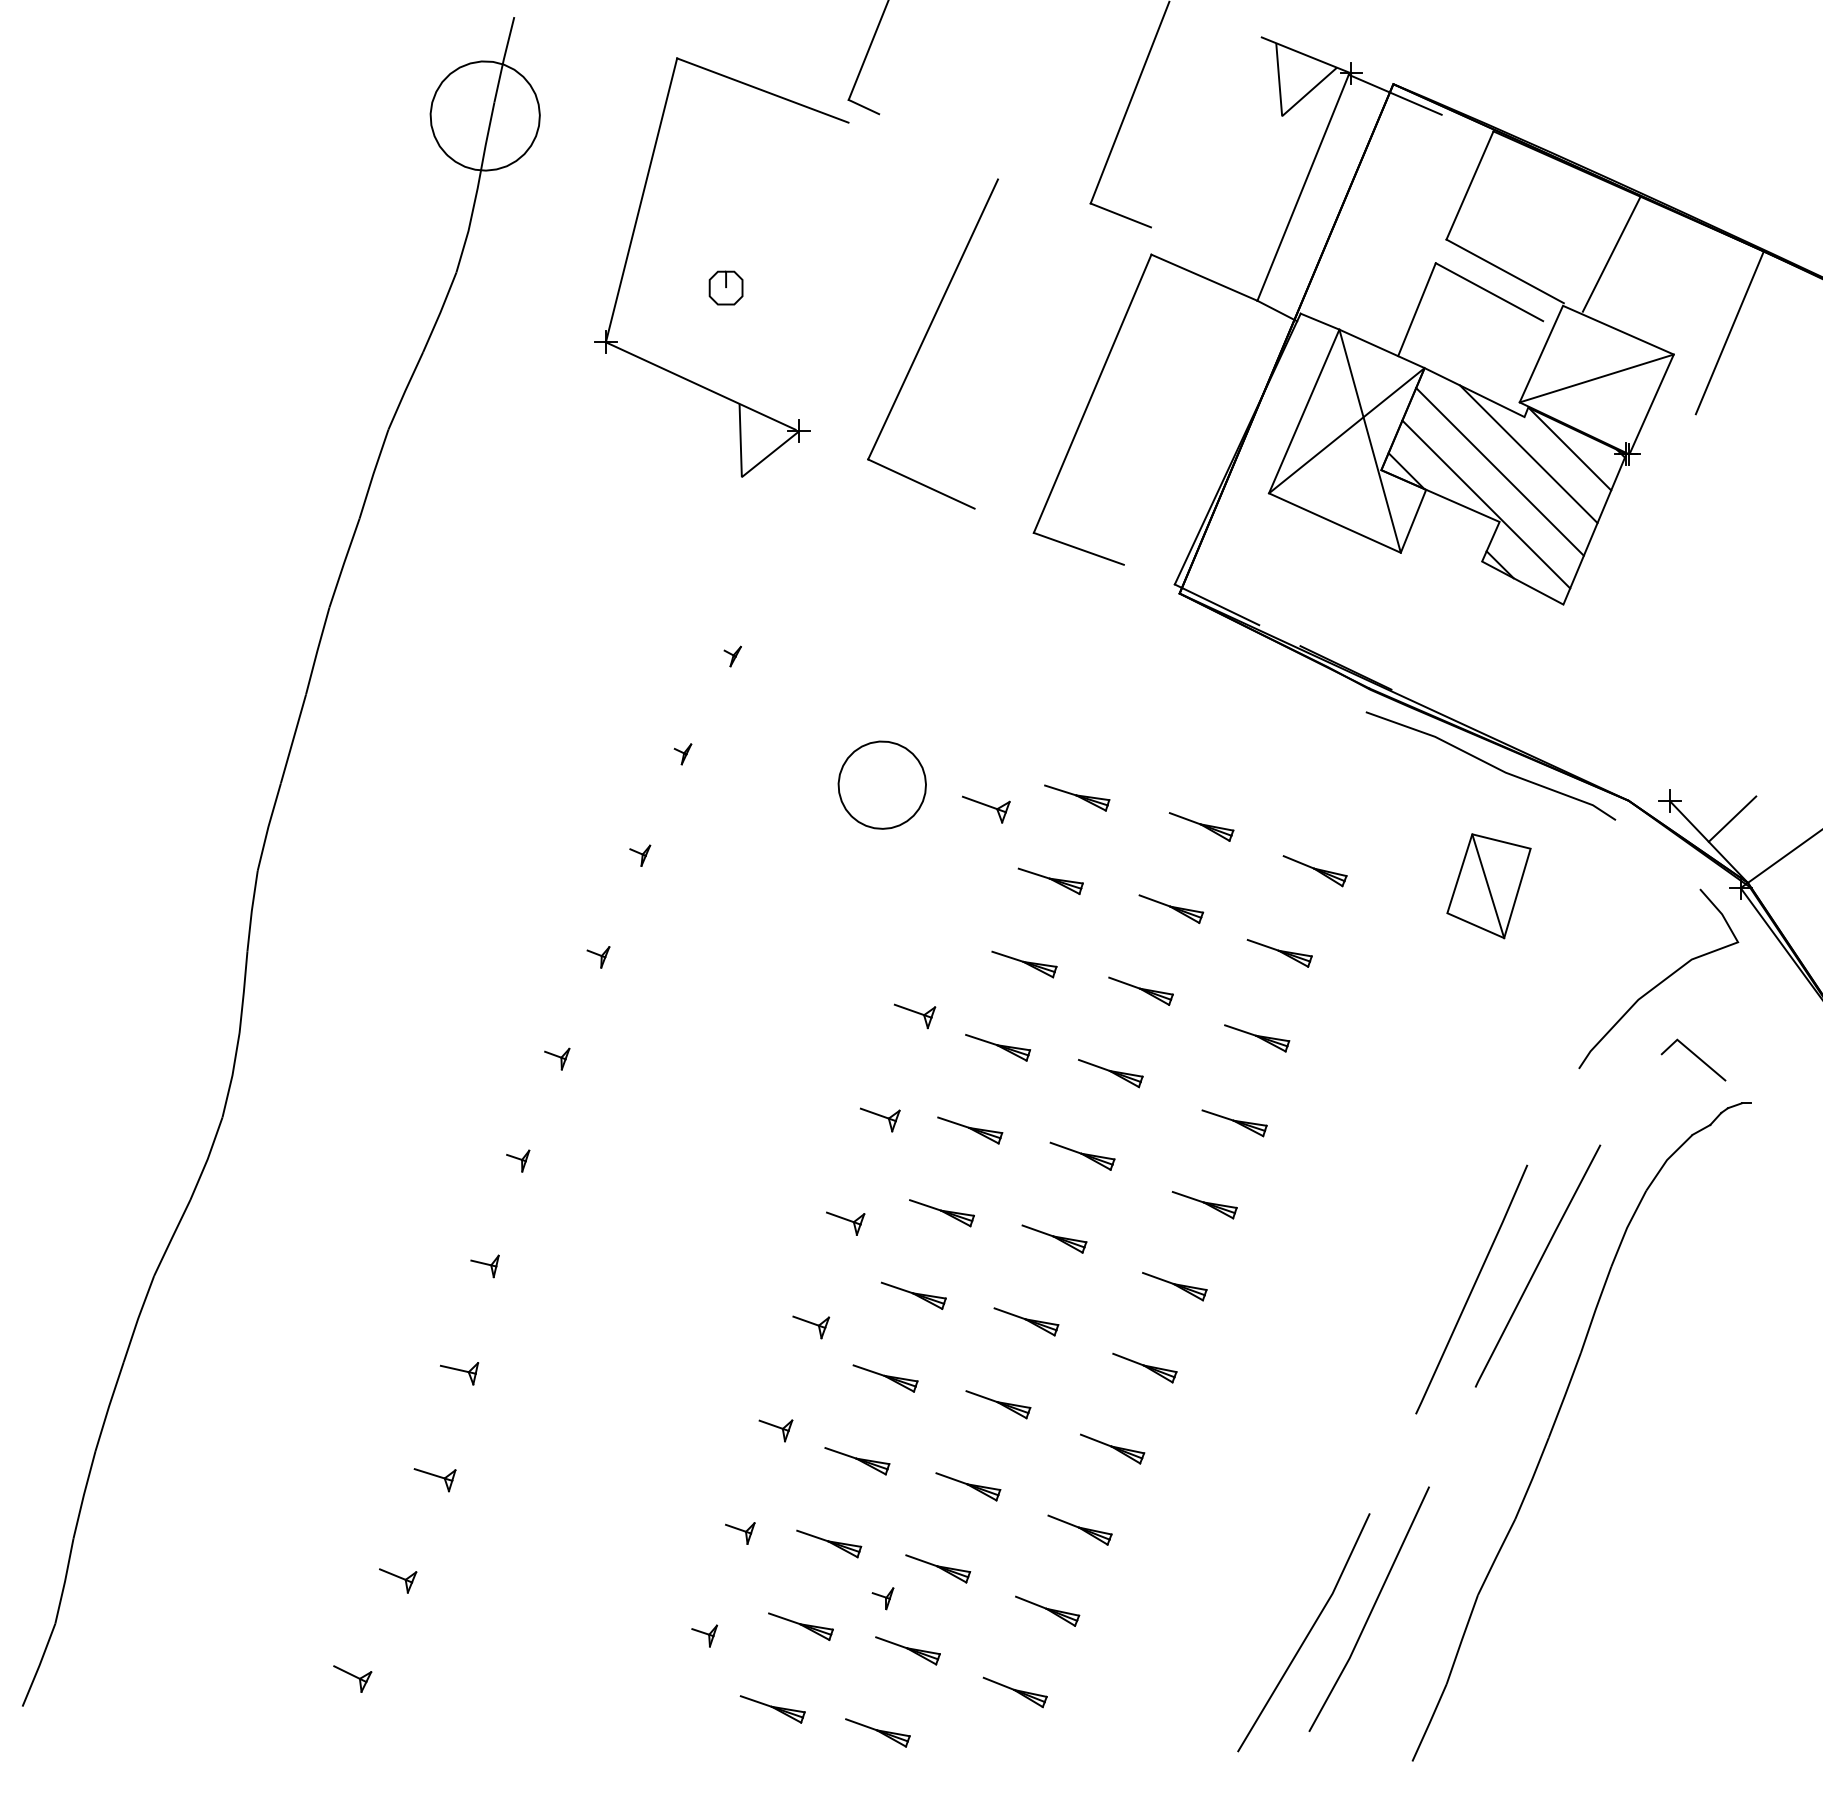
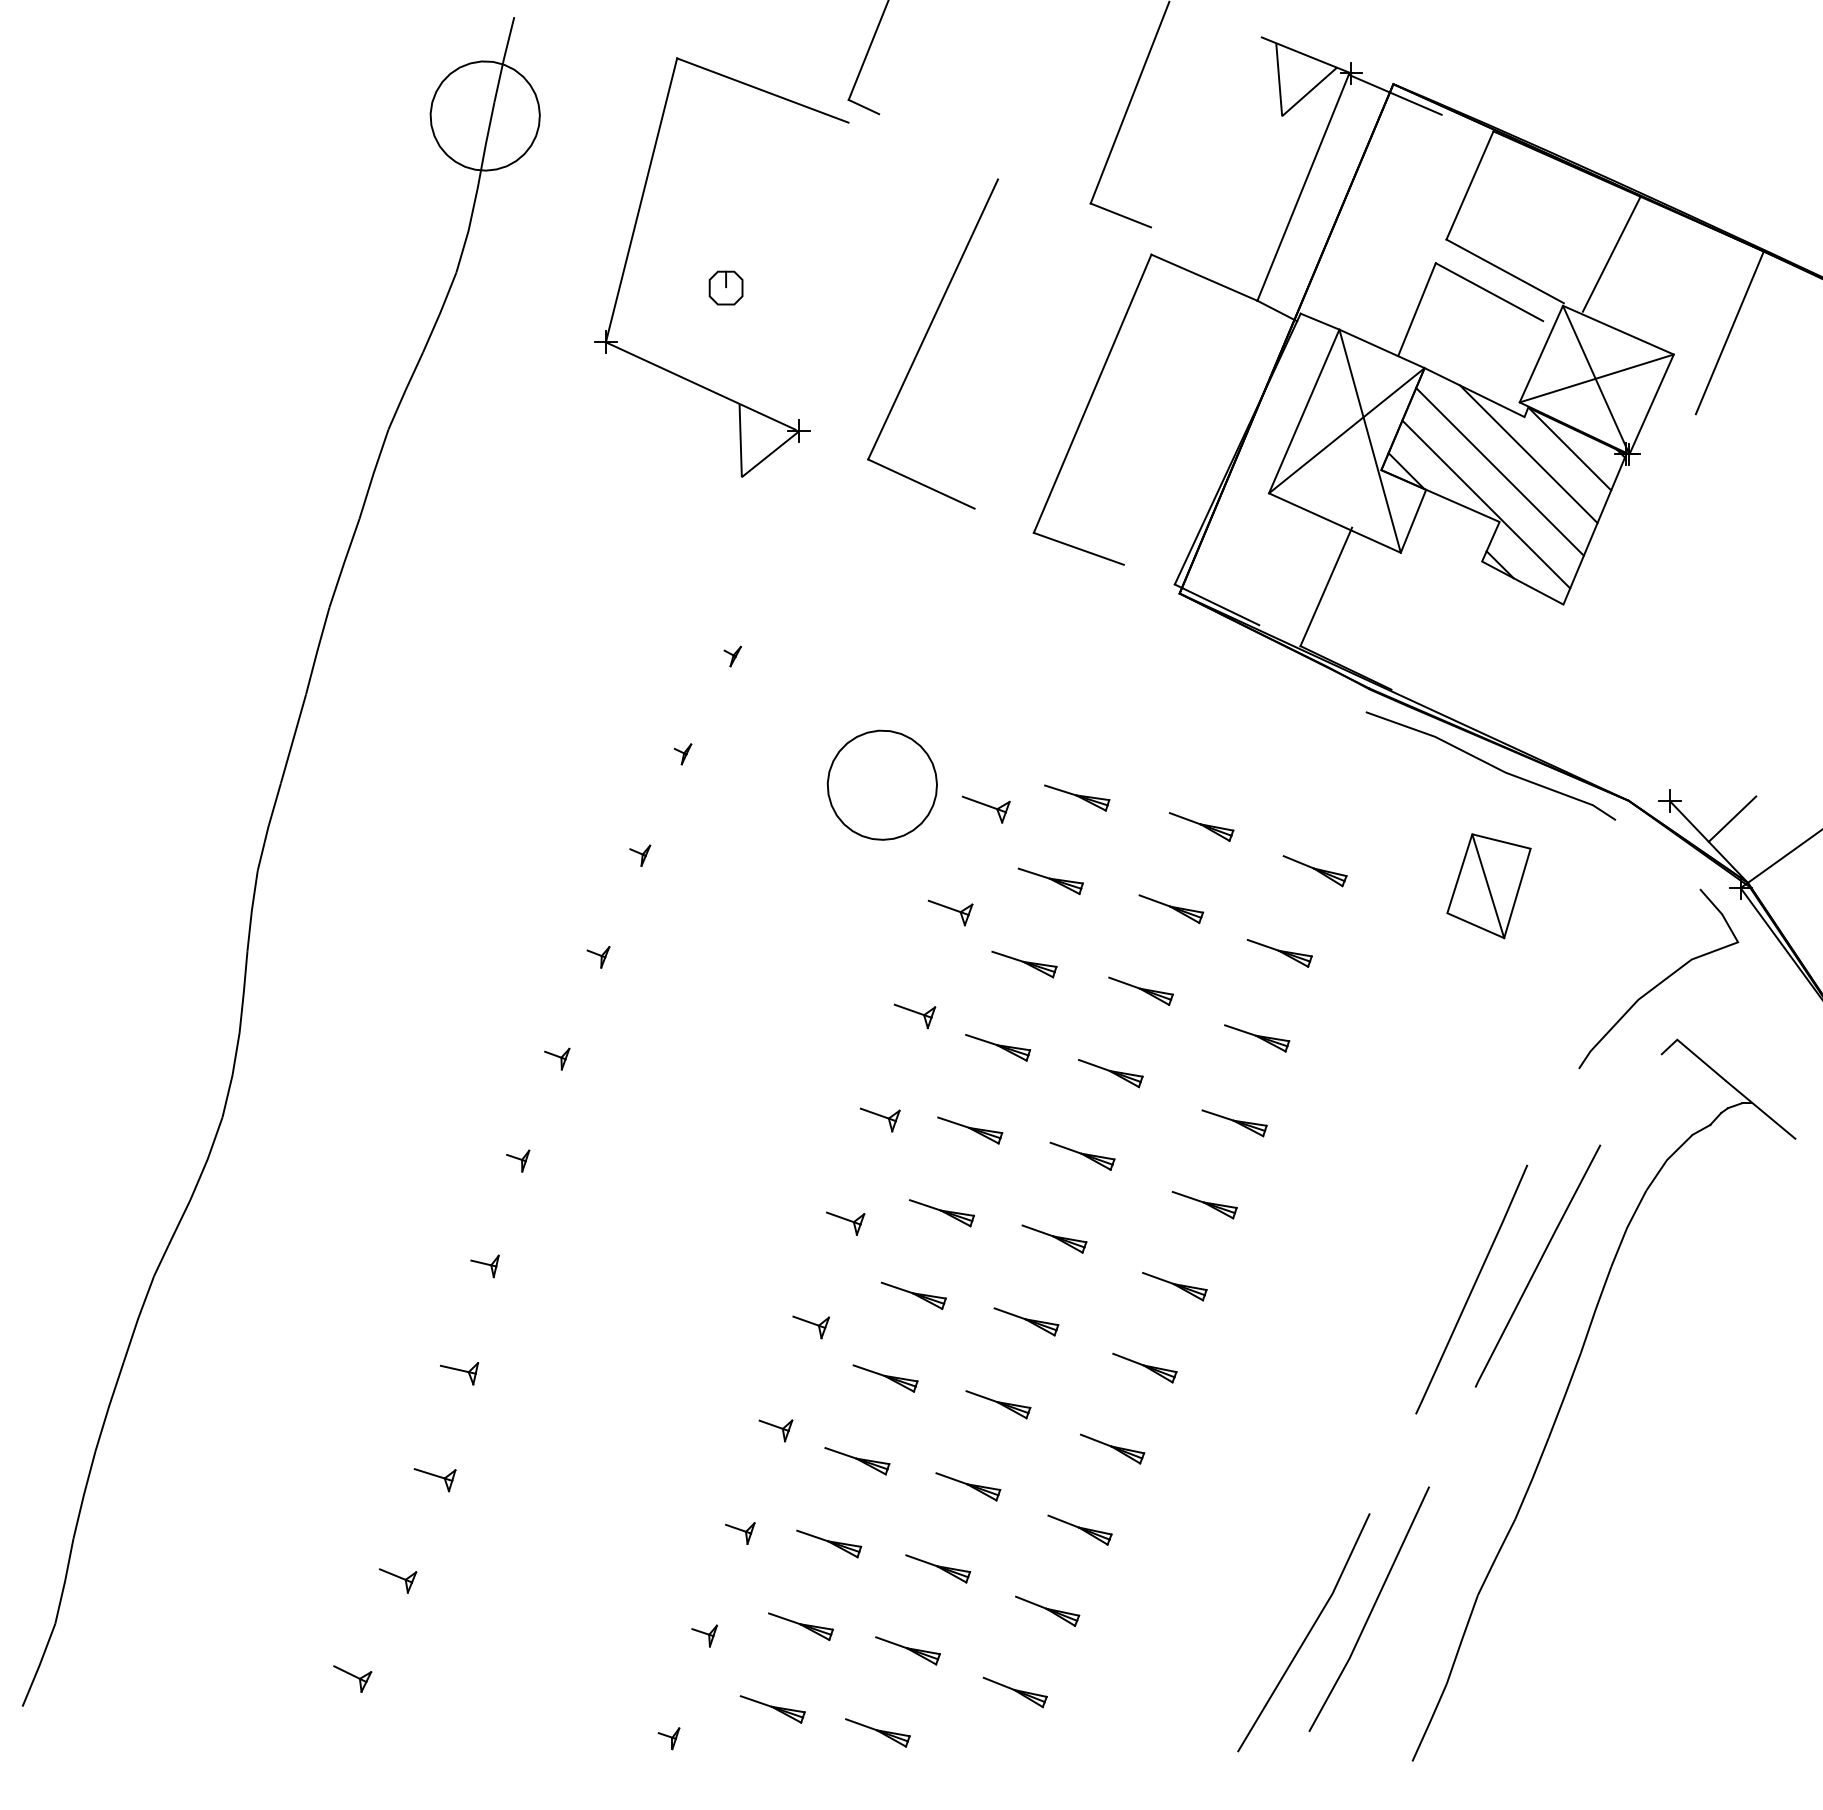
line at (1596, 379): none -> present
line at (1326, 586): none -> present
part at (881, 784) size: 90x90 px -> 112x112 px
part at (950, 912): none -> present
line at (1760, 1109): none -> present
part at (882, 1598) position: (882, 1598) -> (668, 1738)
